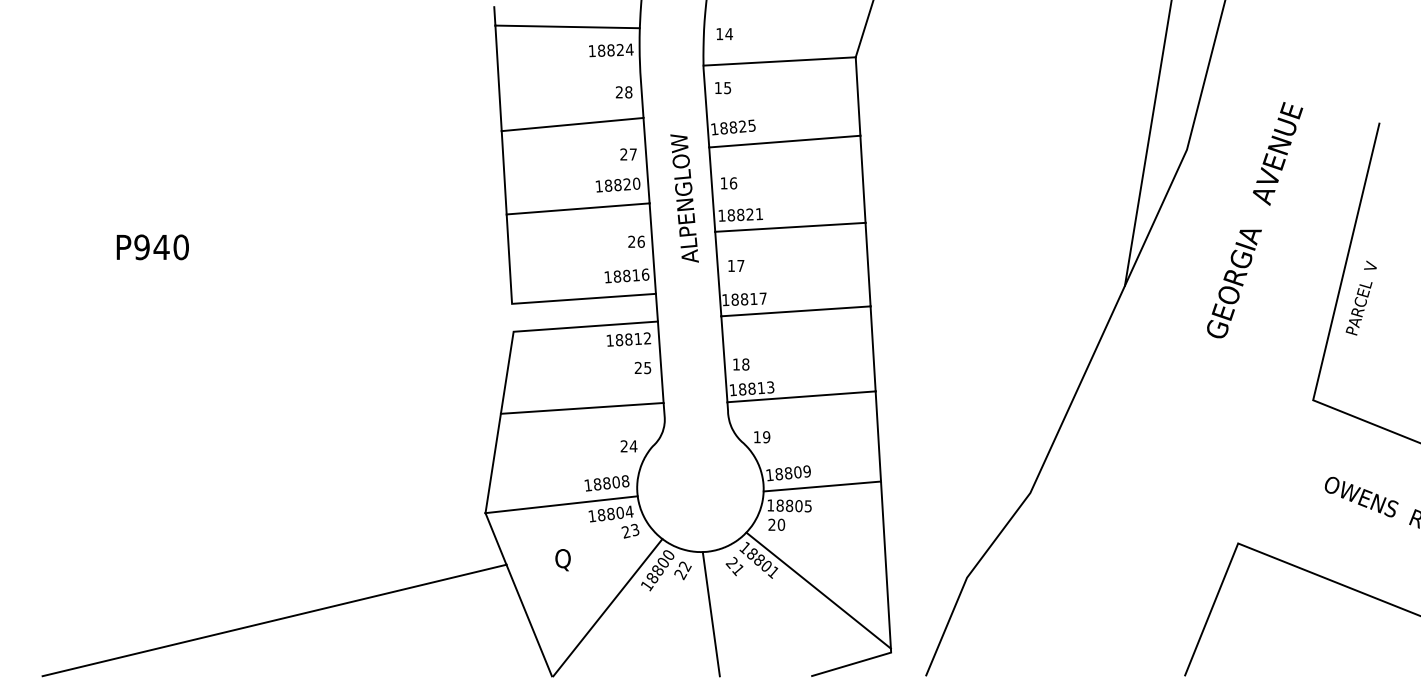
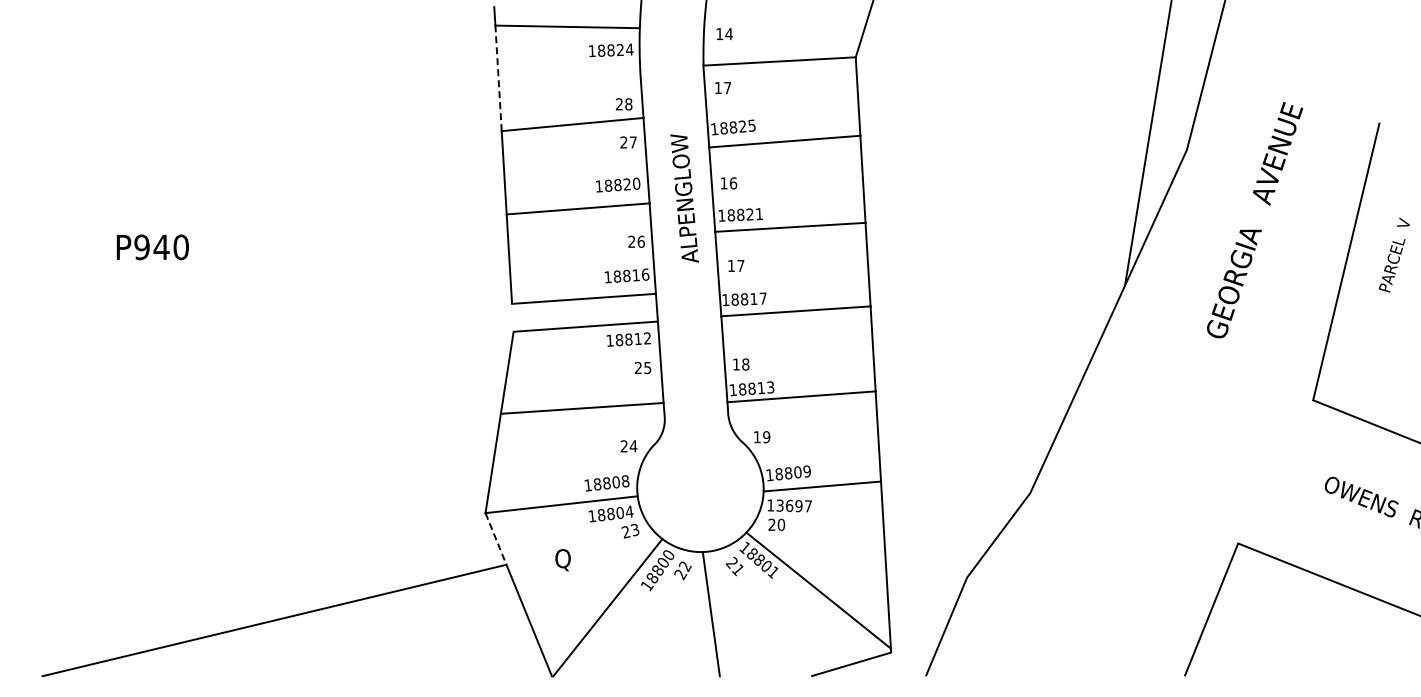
line at (498, 78): solid -> dashed
text at (727, 88): 15 -> 17
text at (623, 92) position: (623, 92) -> (623, 104)
text at (628, 154) position: (628, 154) -> (628, 142)
text at (1360, 297) position: (1360, 297) -> (1393, 254)
text at (793, 505): 18805 -> 13697
line at (496, 538): solid -> dashed
